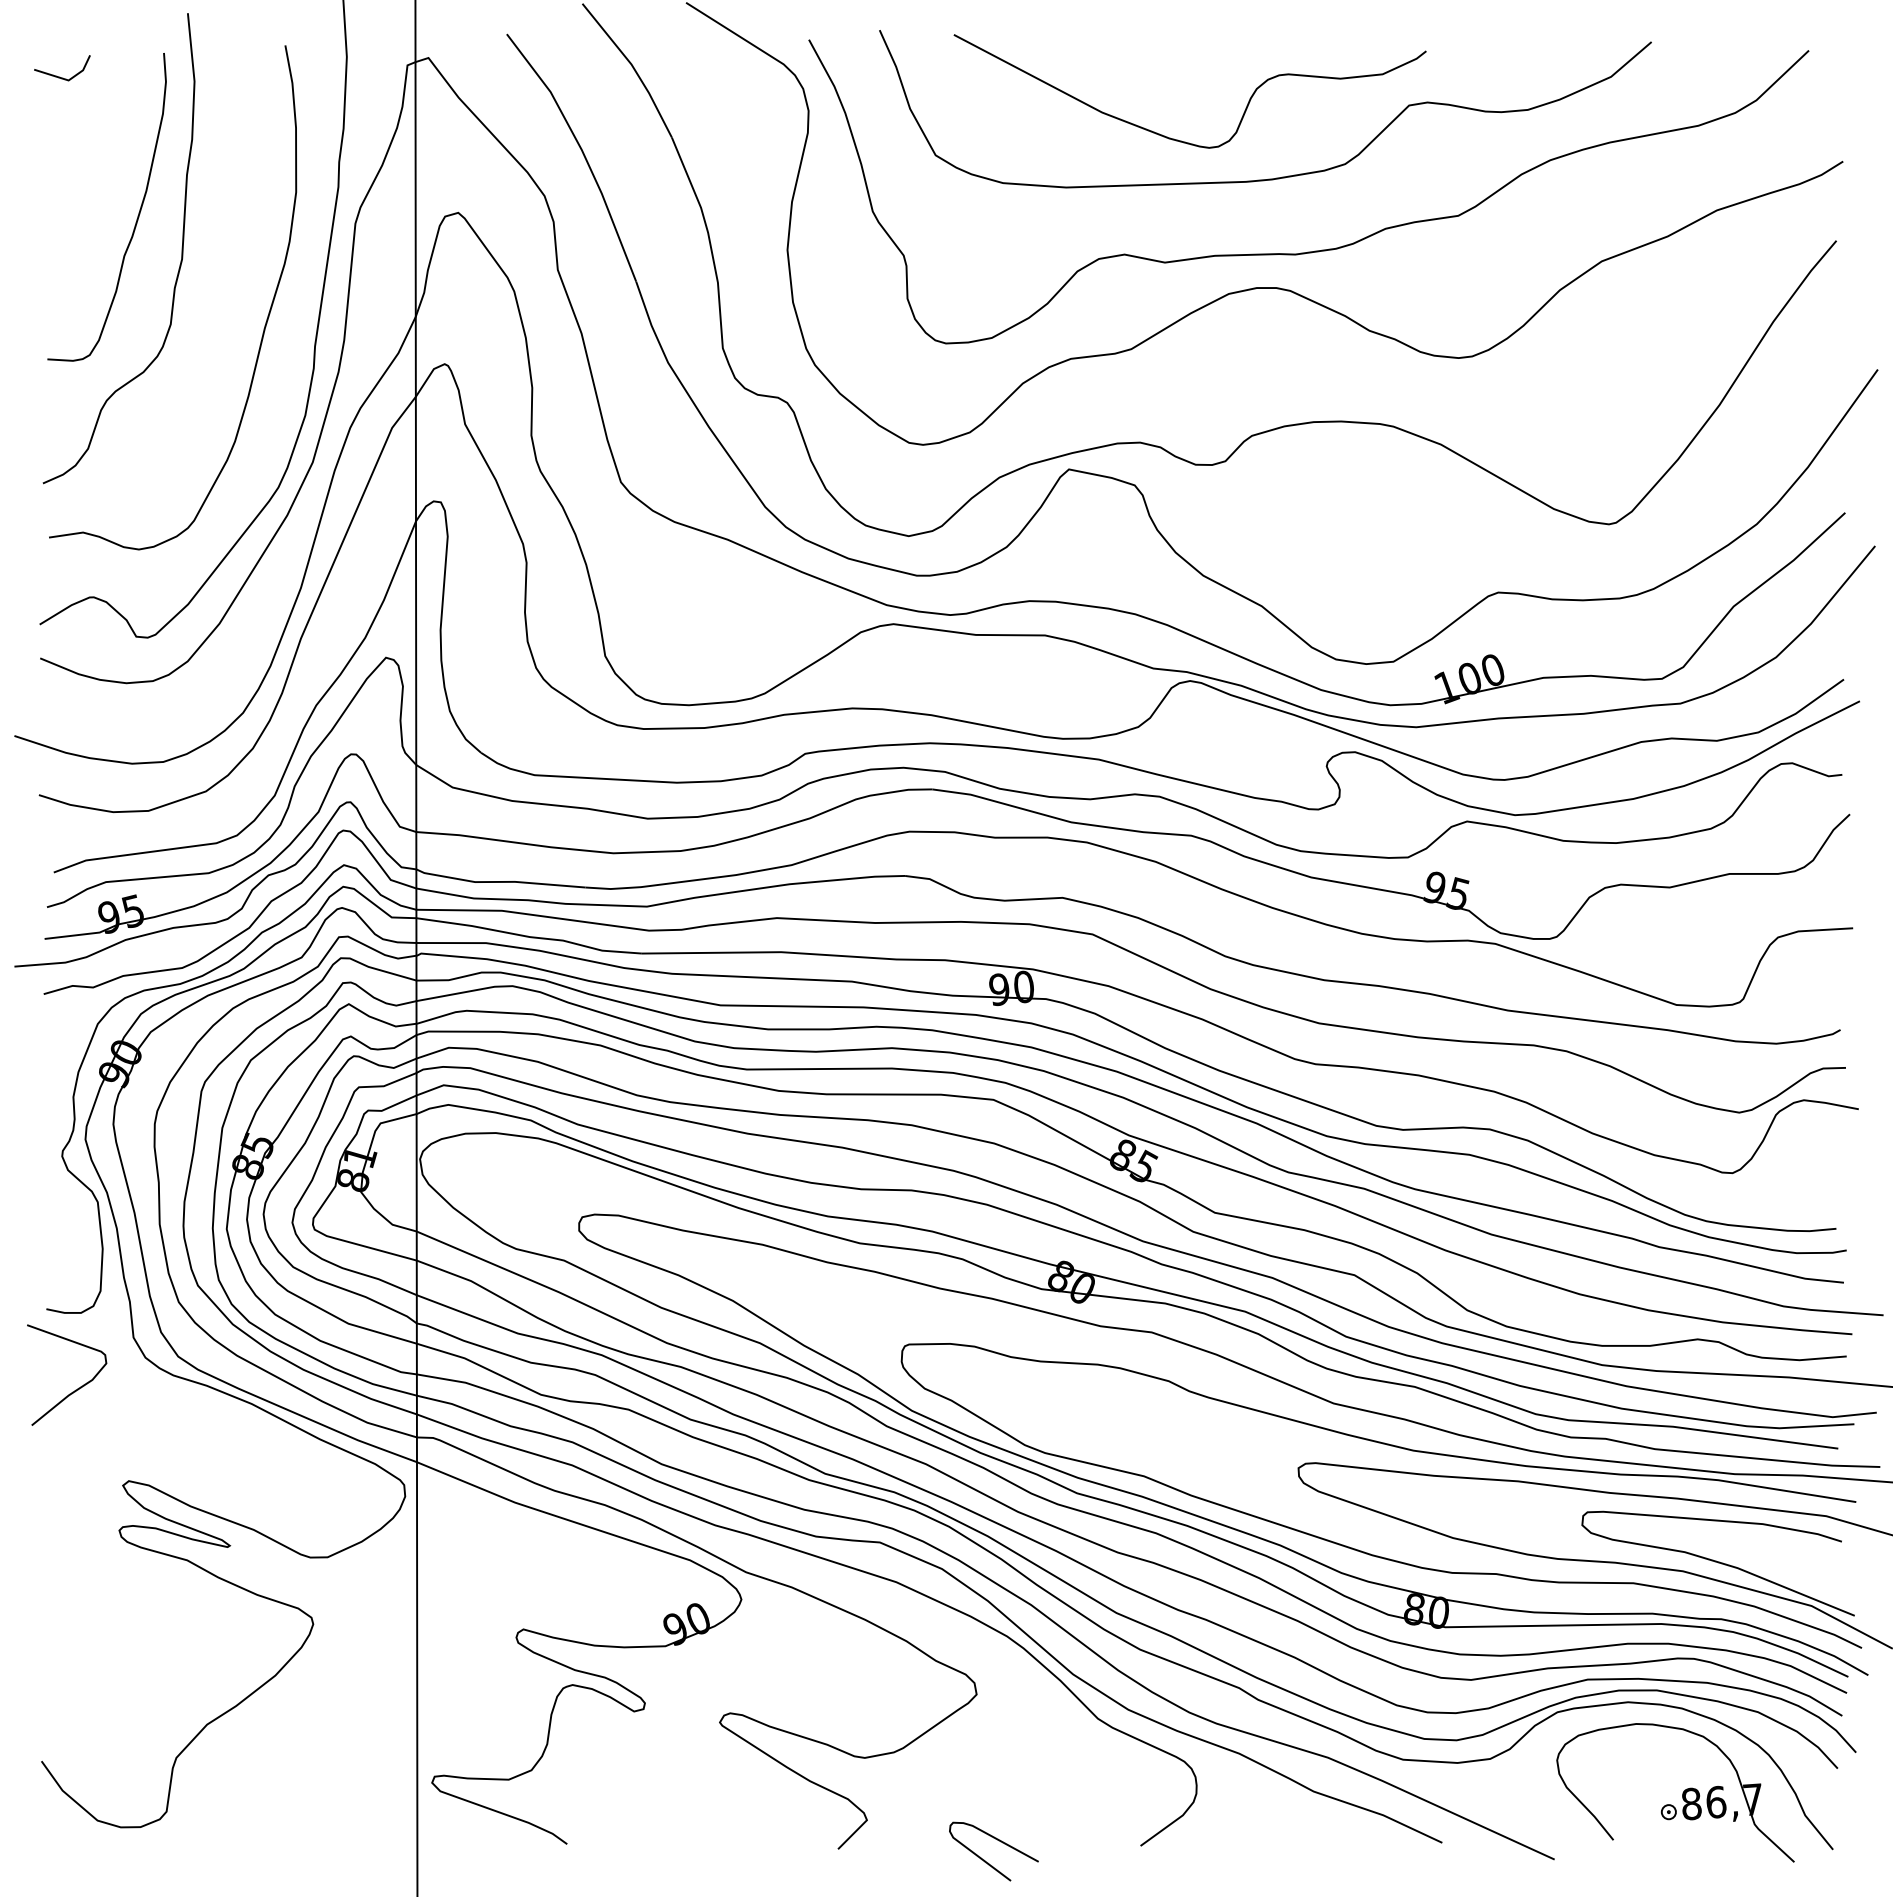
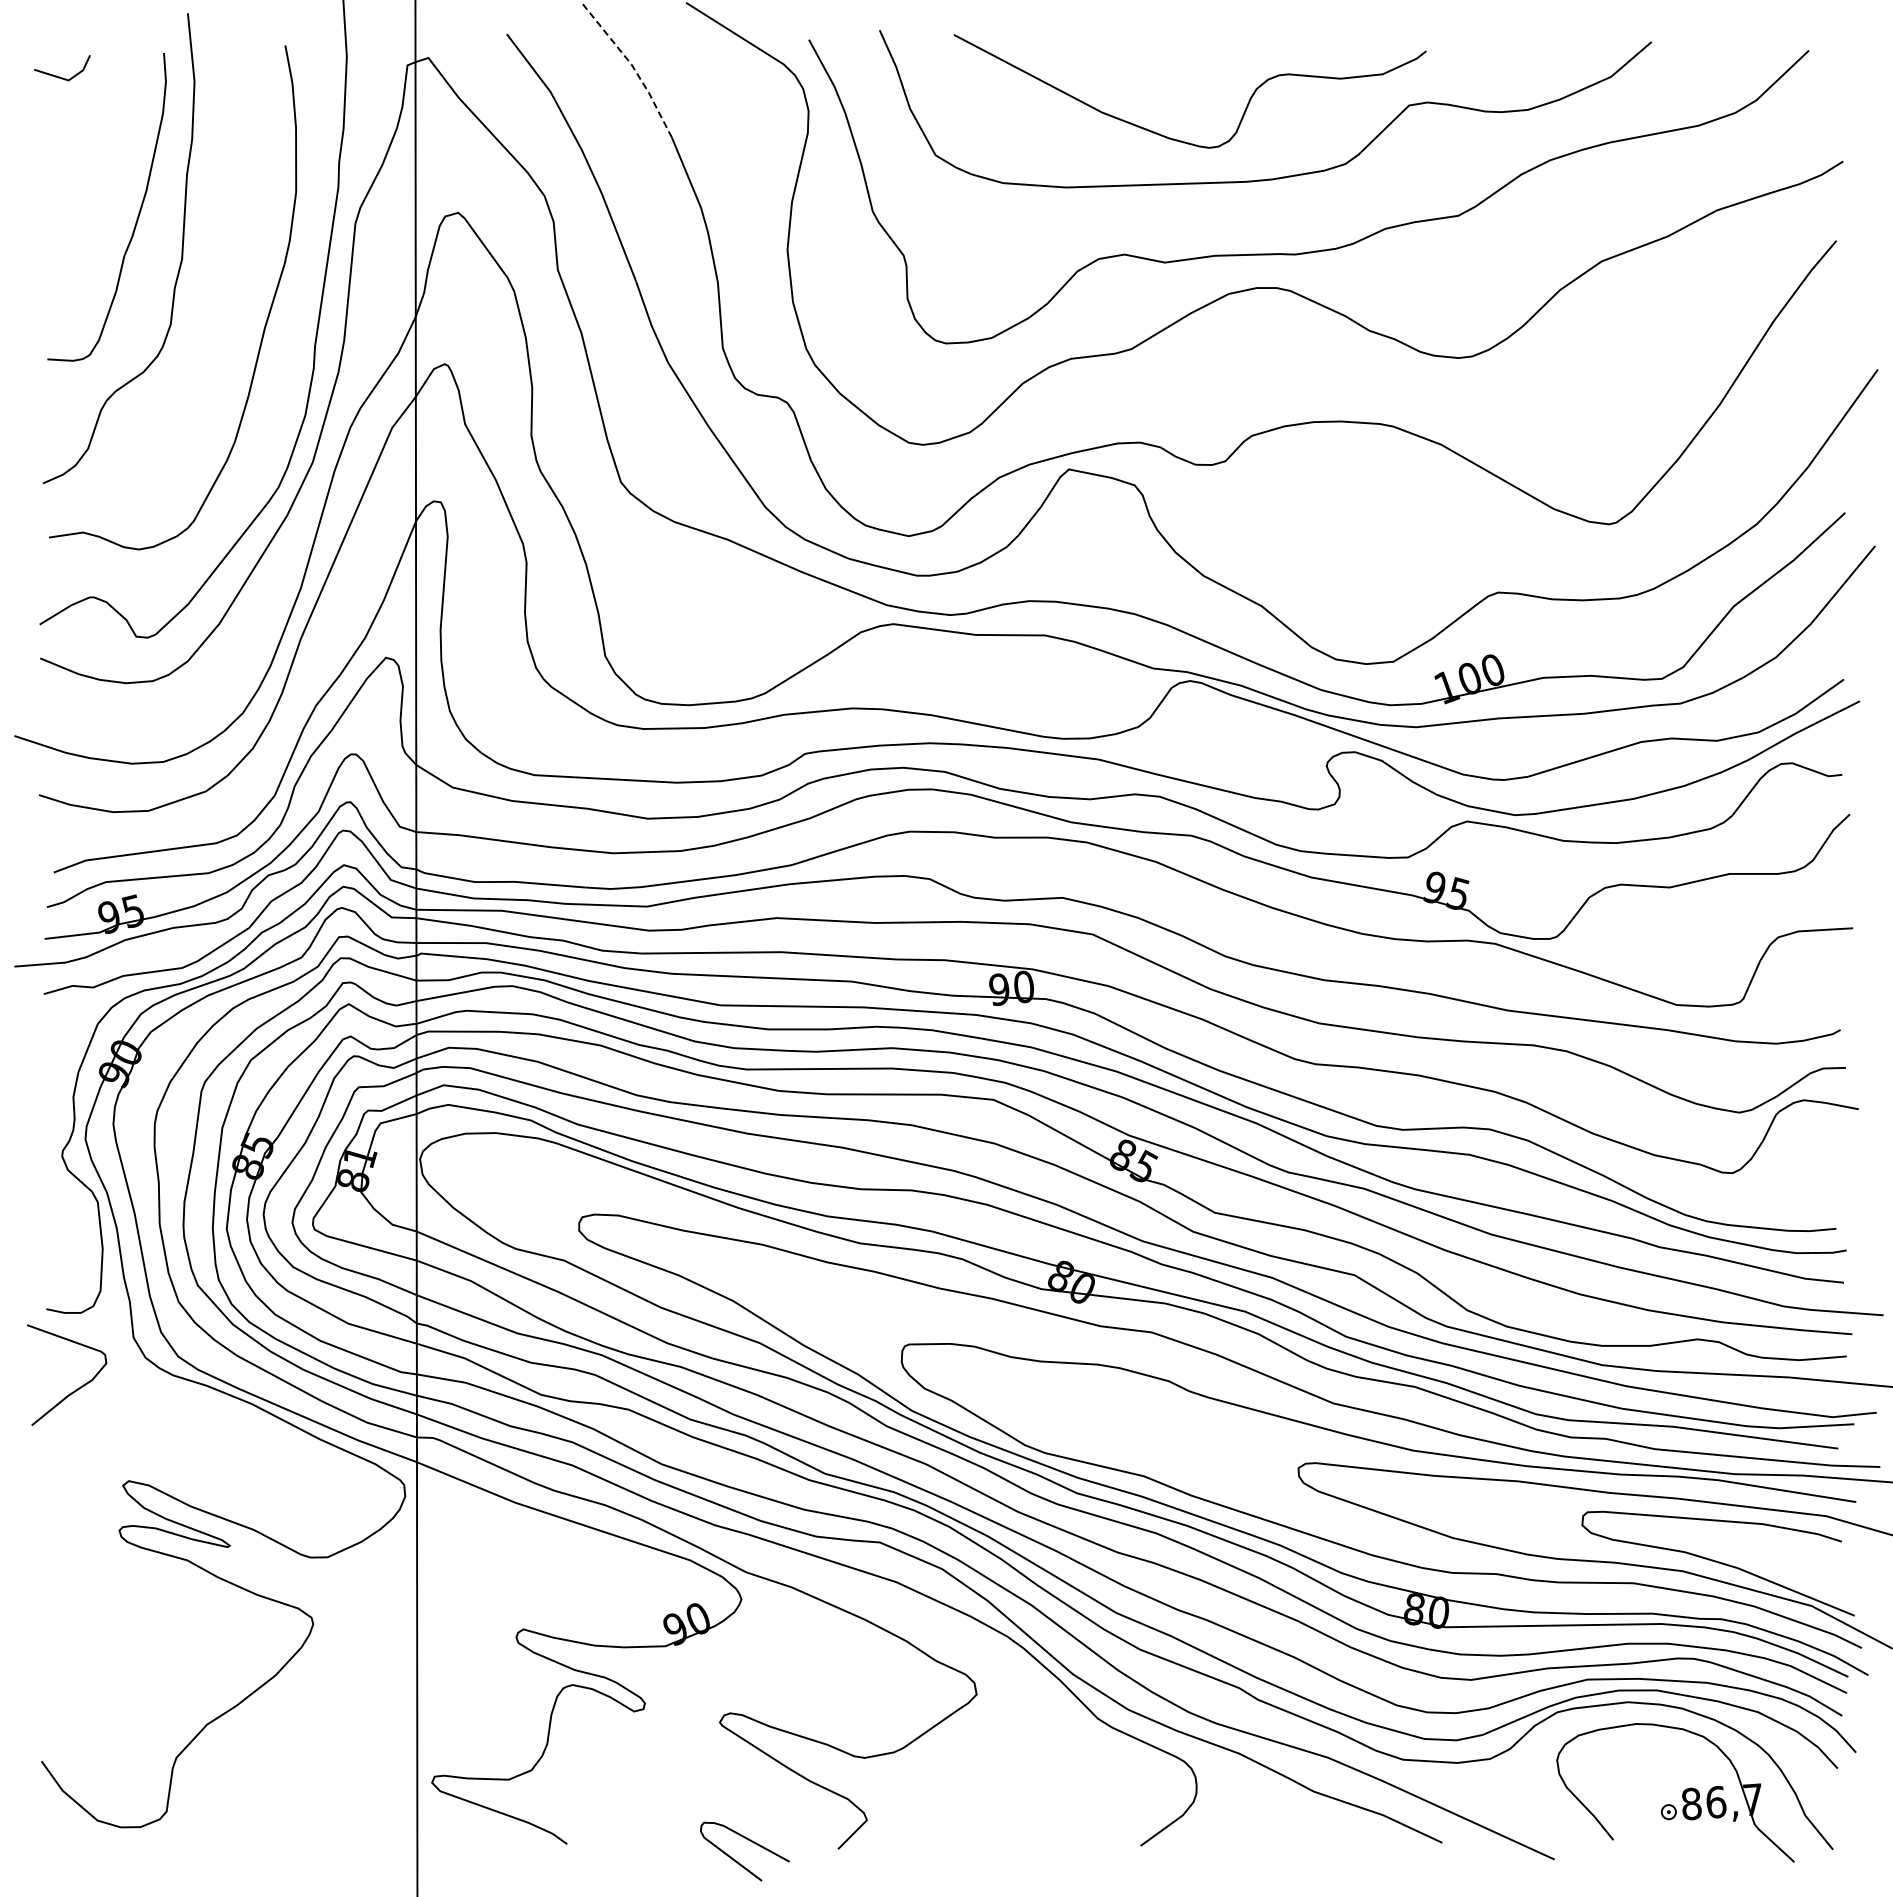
line at (632, 66): solid -> dashed
curve at (1000, 1842) position: (1000, 1842) -> (751, 1842)
